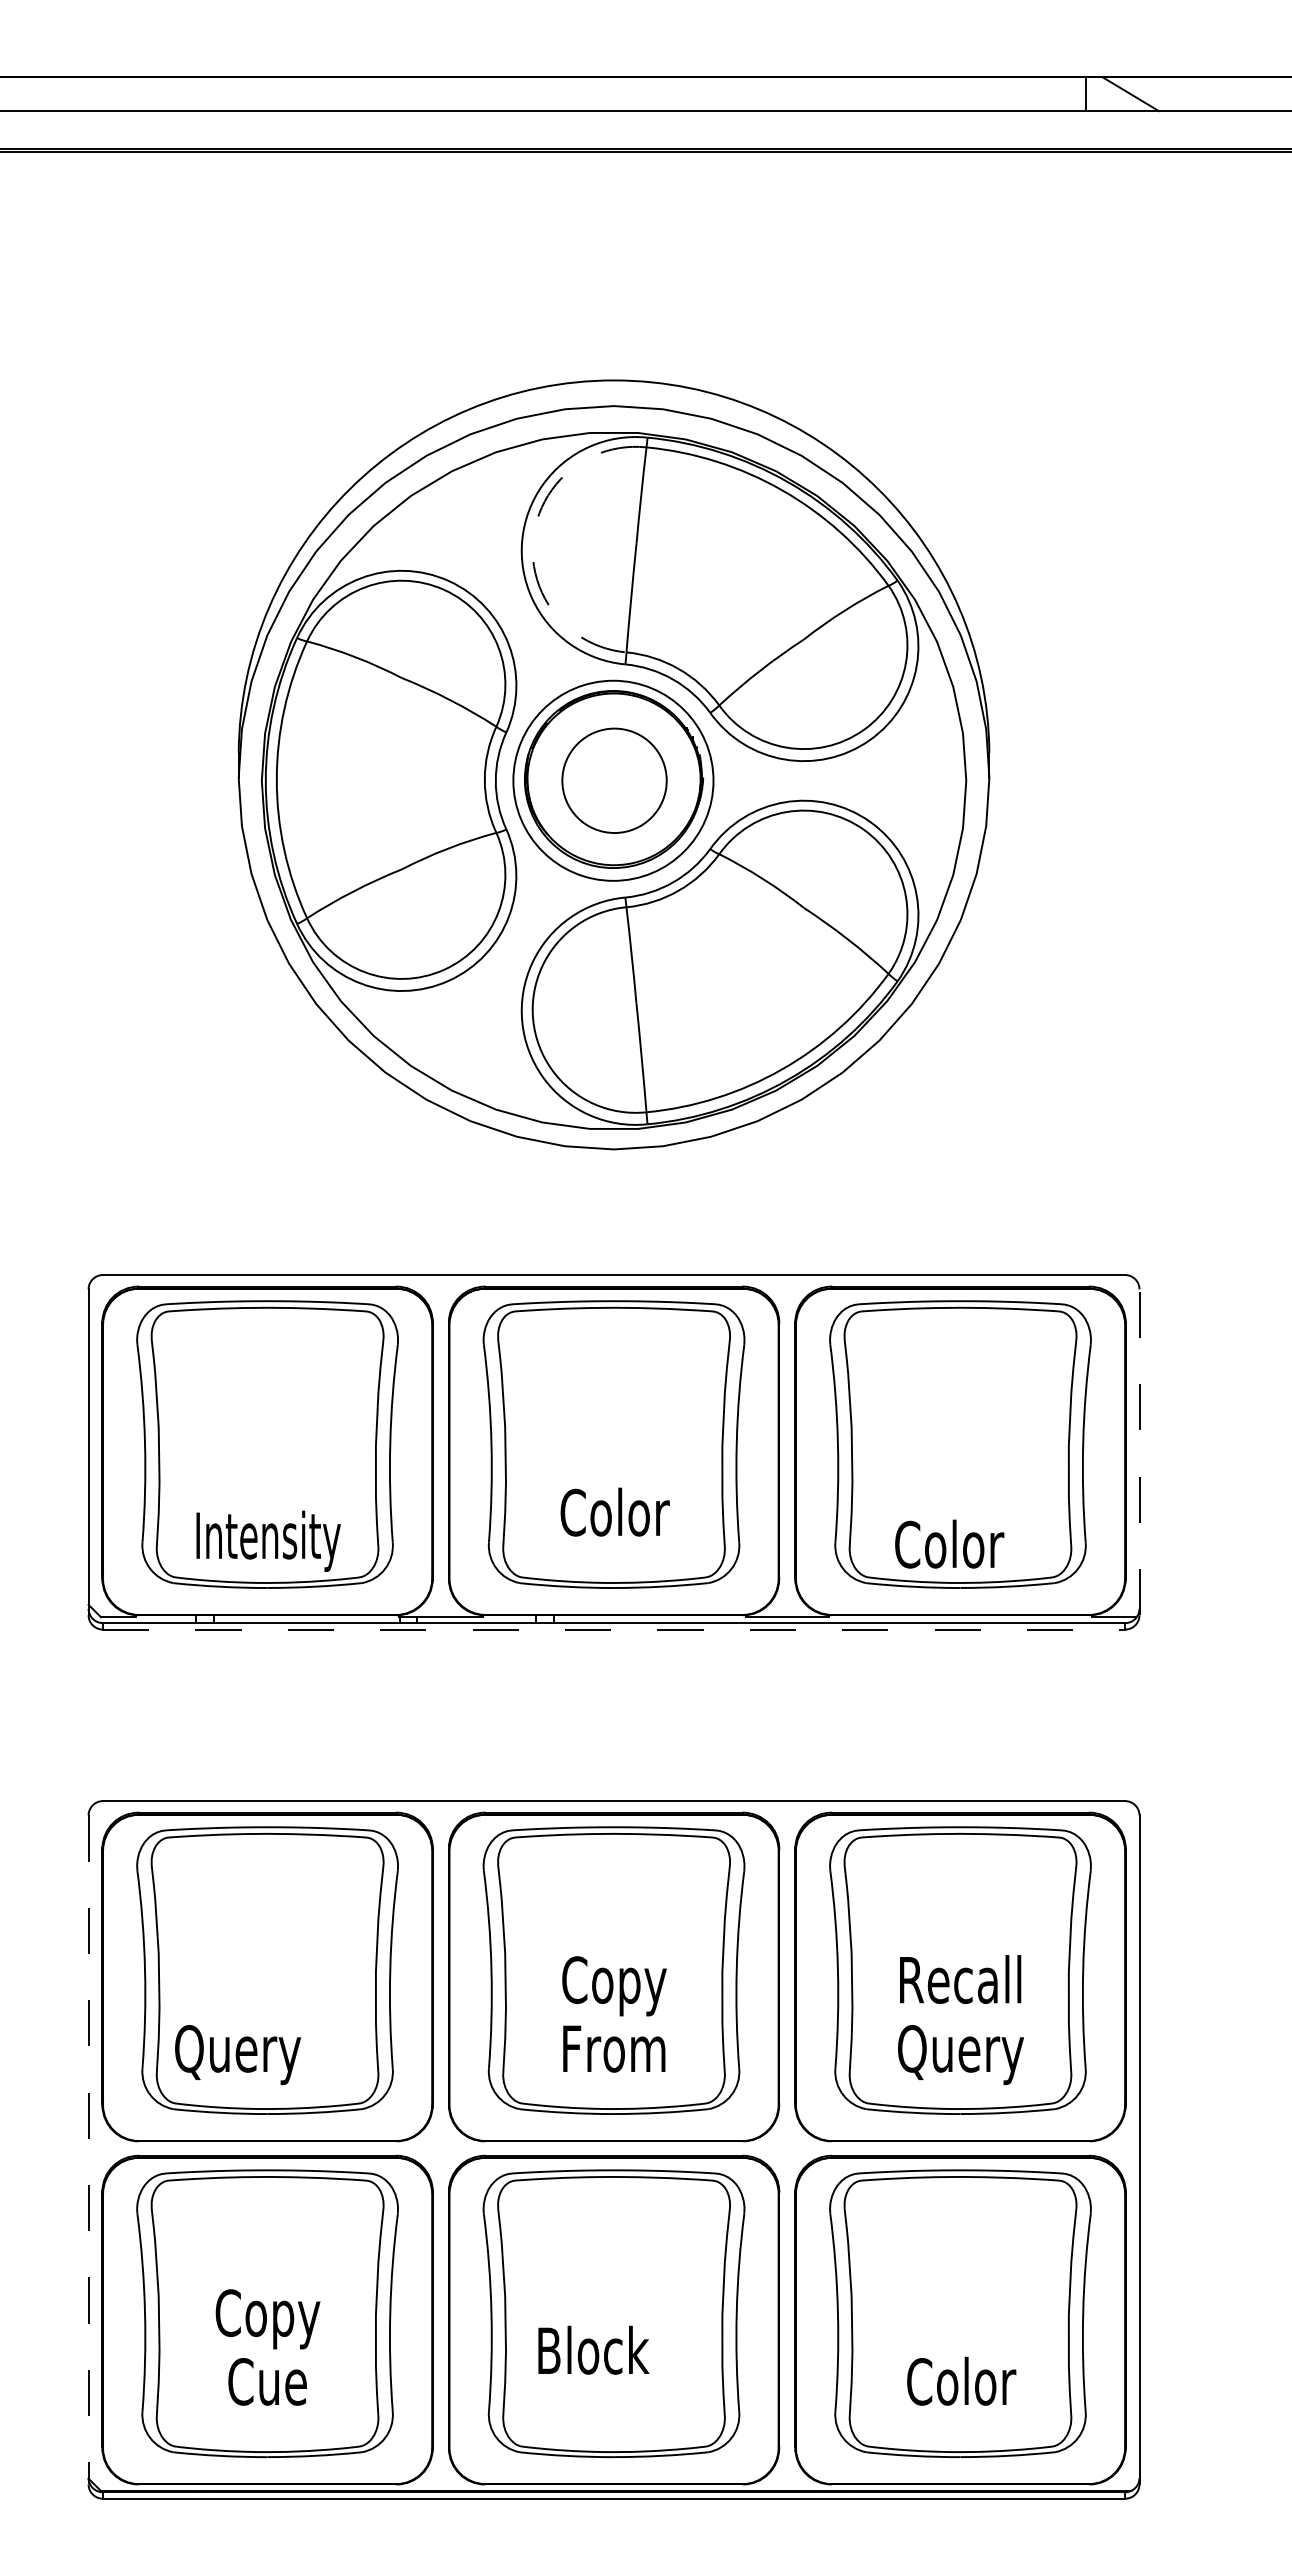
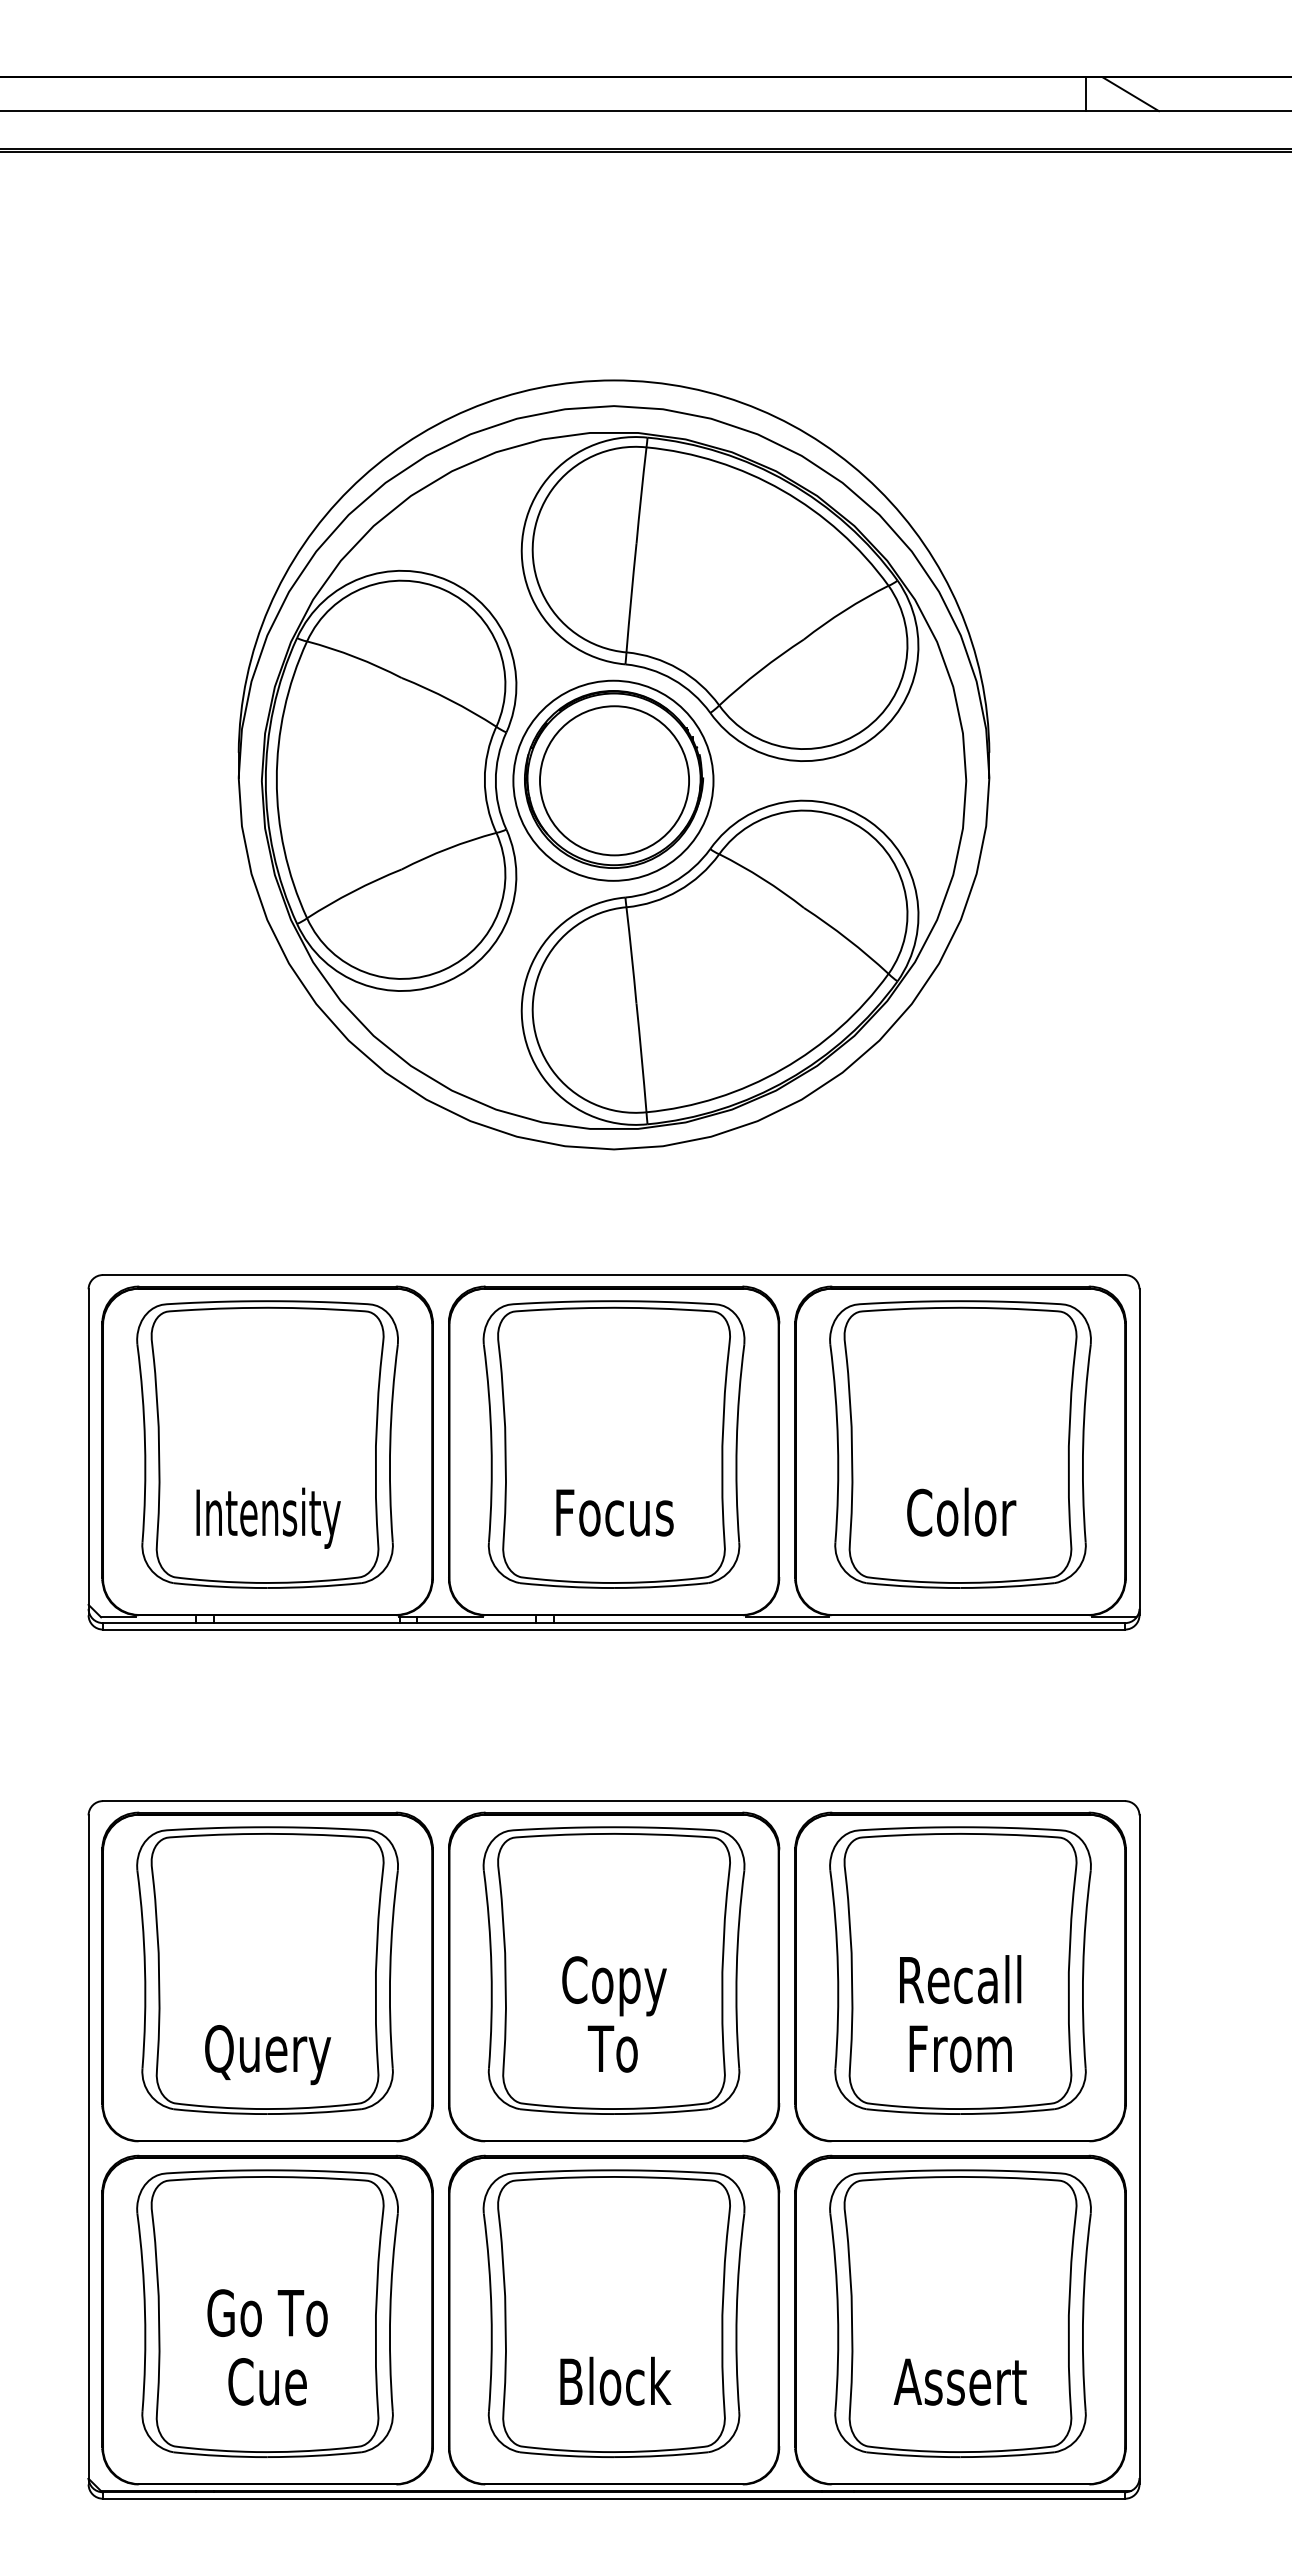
arc at (533, 539): dashed -> solid
circle at (614, 780) diameter: 104 px -> 149 px
line at (1139, 1452): dashed -> solid
text at (614, 1511): Color -> Focus
text at (268, 1540) position: (268, 1540) -> (268, 1517)
text at (949, 1543) position: (949, 1543) -> (961, 1511)
line at (614, 1629): dashed -> solid
text at (614, 2048): From -> To
text at (238, 2055) position: (238, 2055) -> (268, 2055)
text at (960, 2055): Query -> From
line at (88, 2150): dashed -> solid
text at (267, 2319): Copy -> Go To
text at (593, 2349) position: (593, 2349) -> (615, 2380)
text at (959, 2380): Color -> Assert
